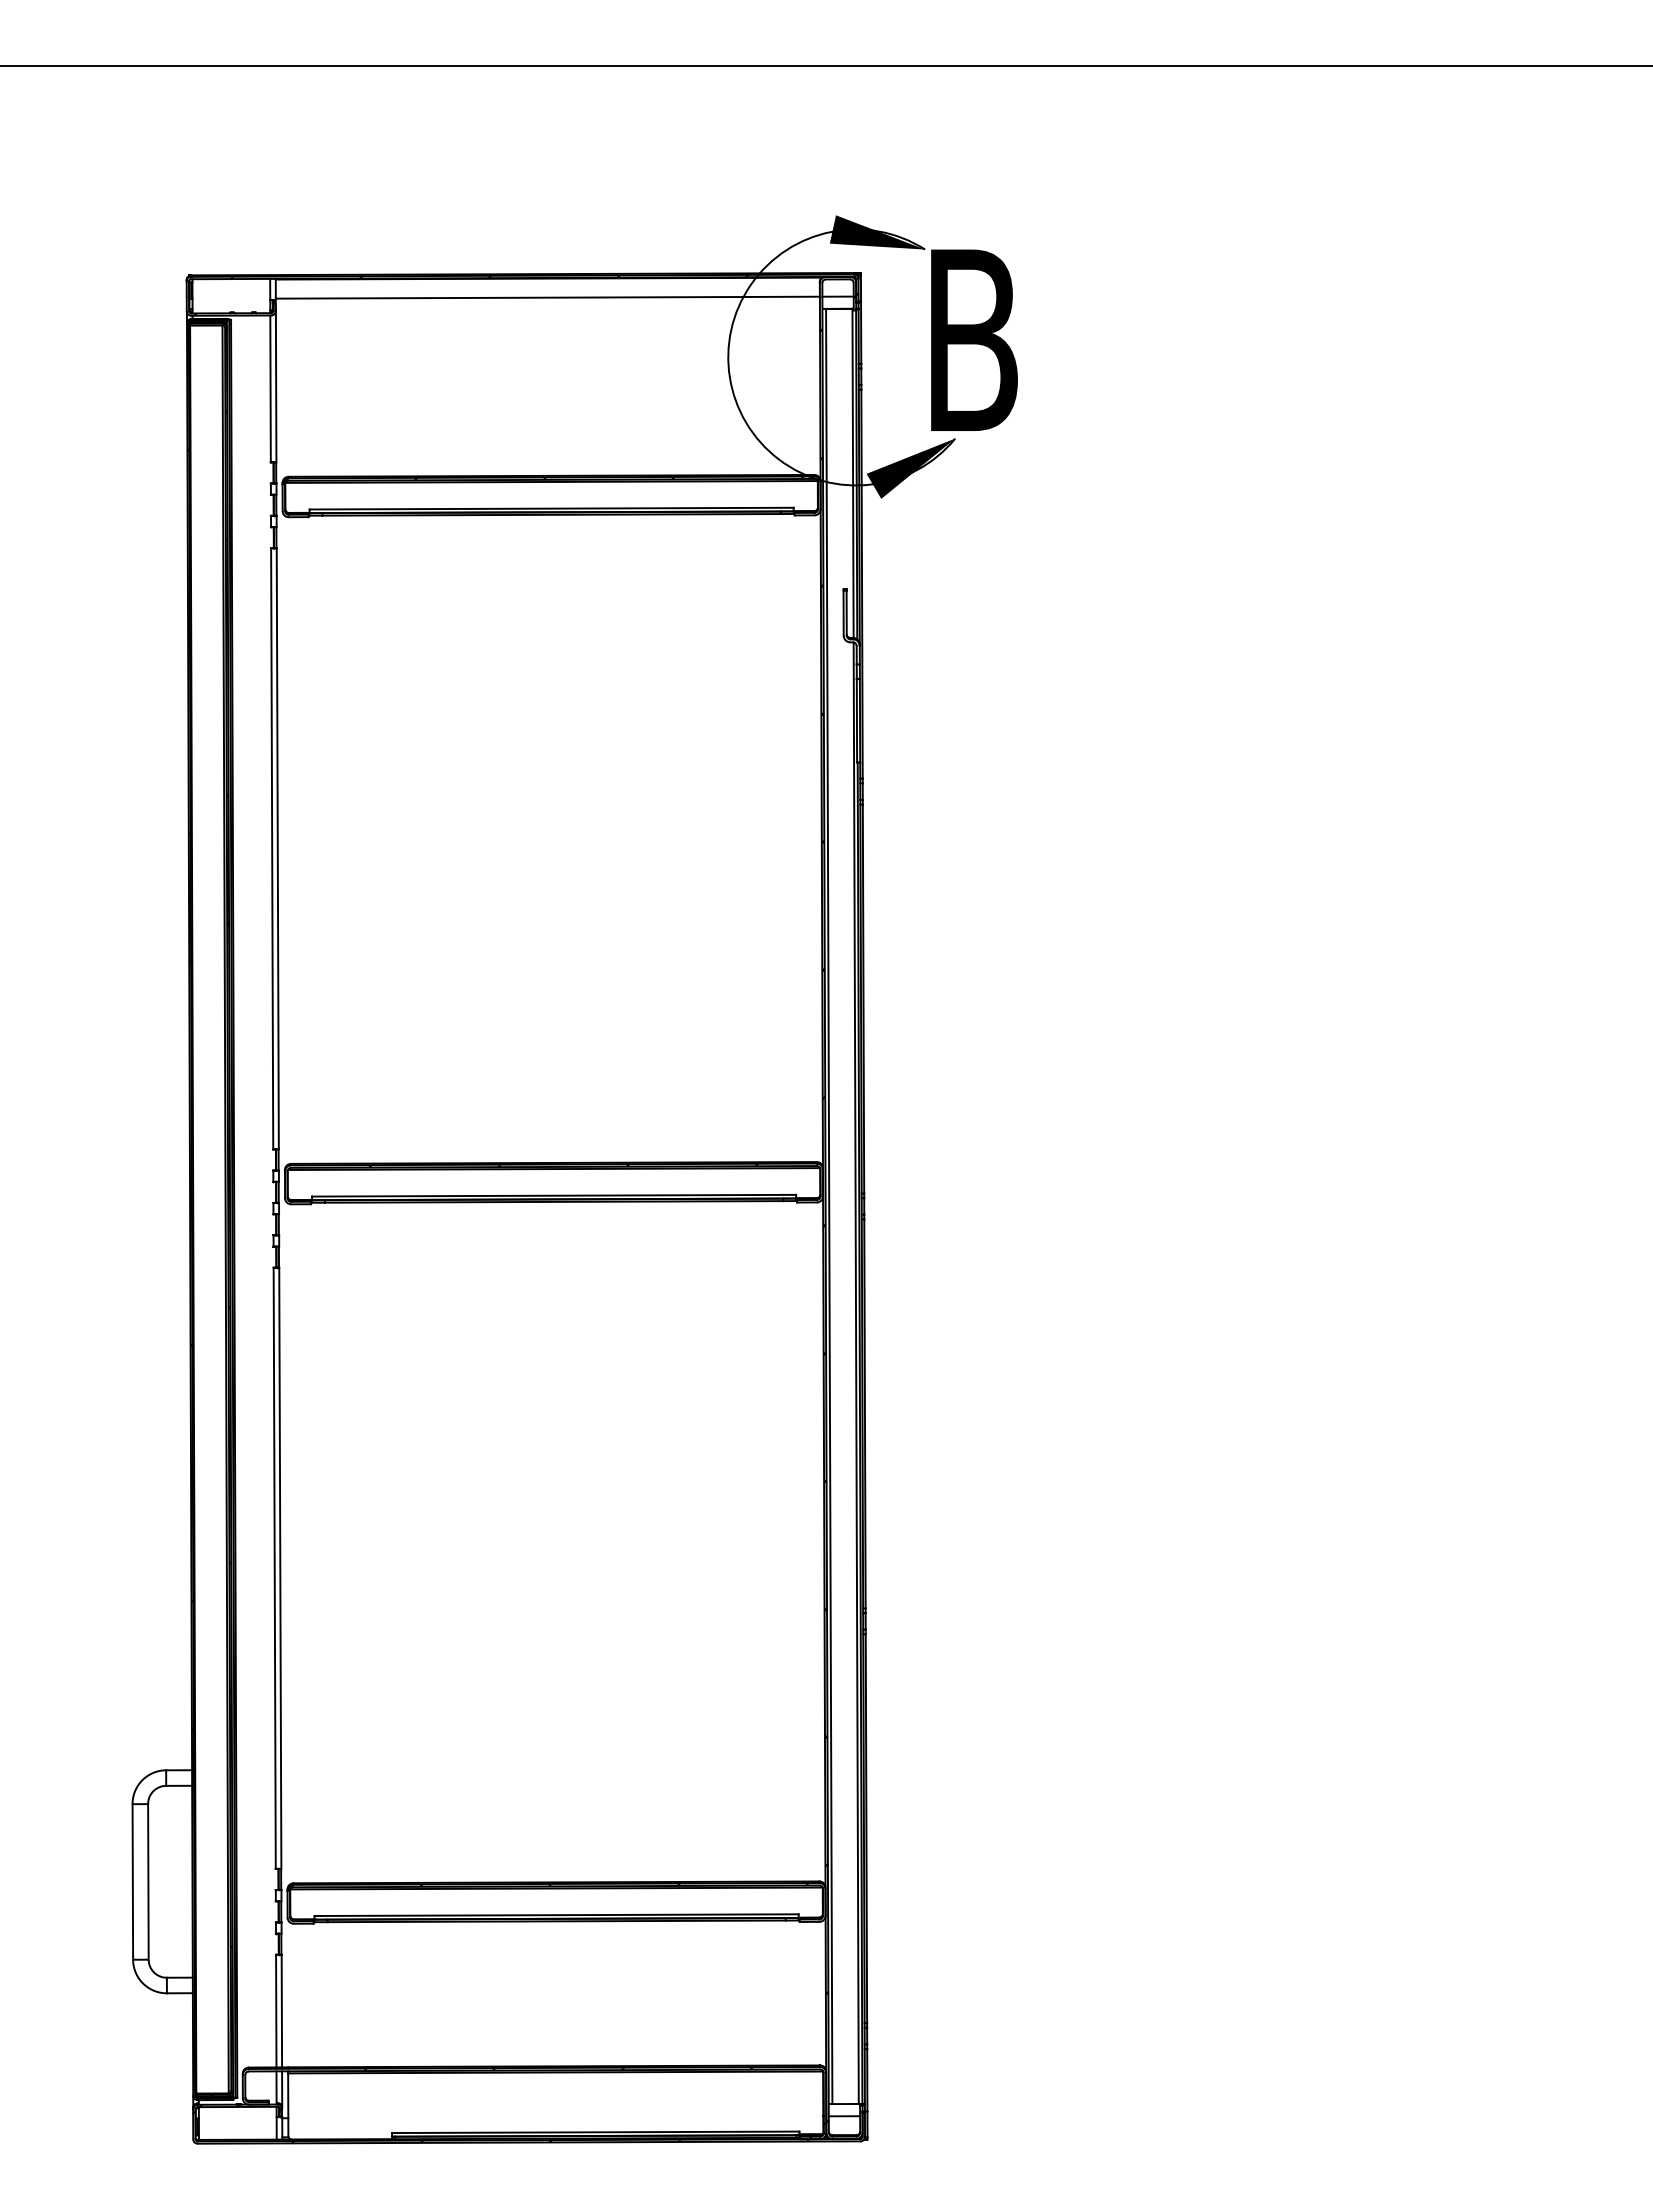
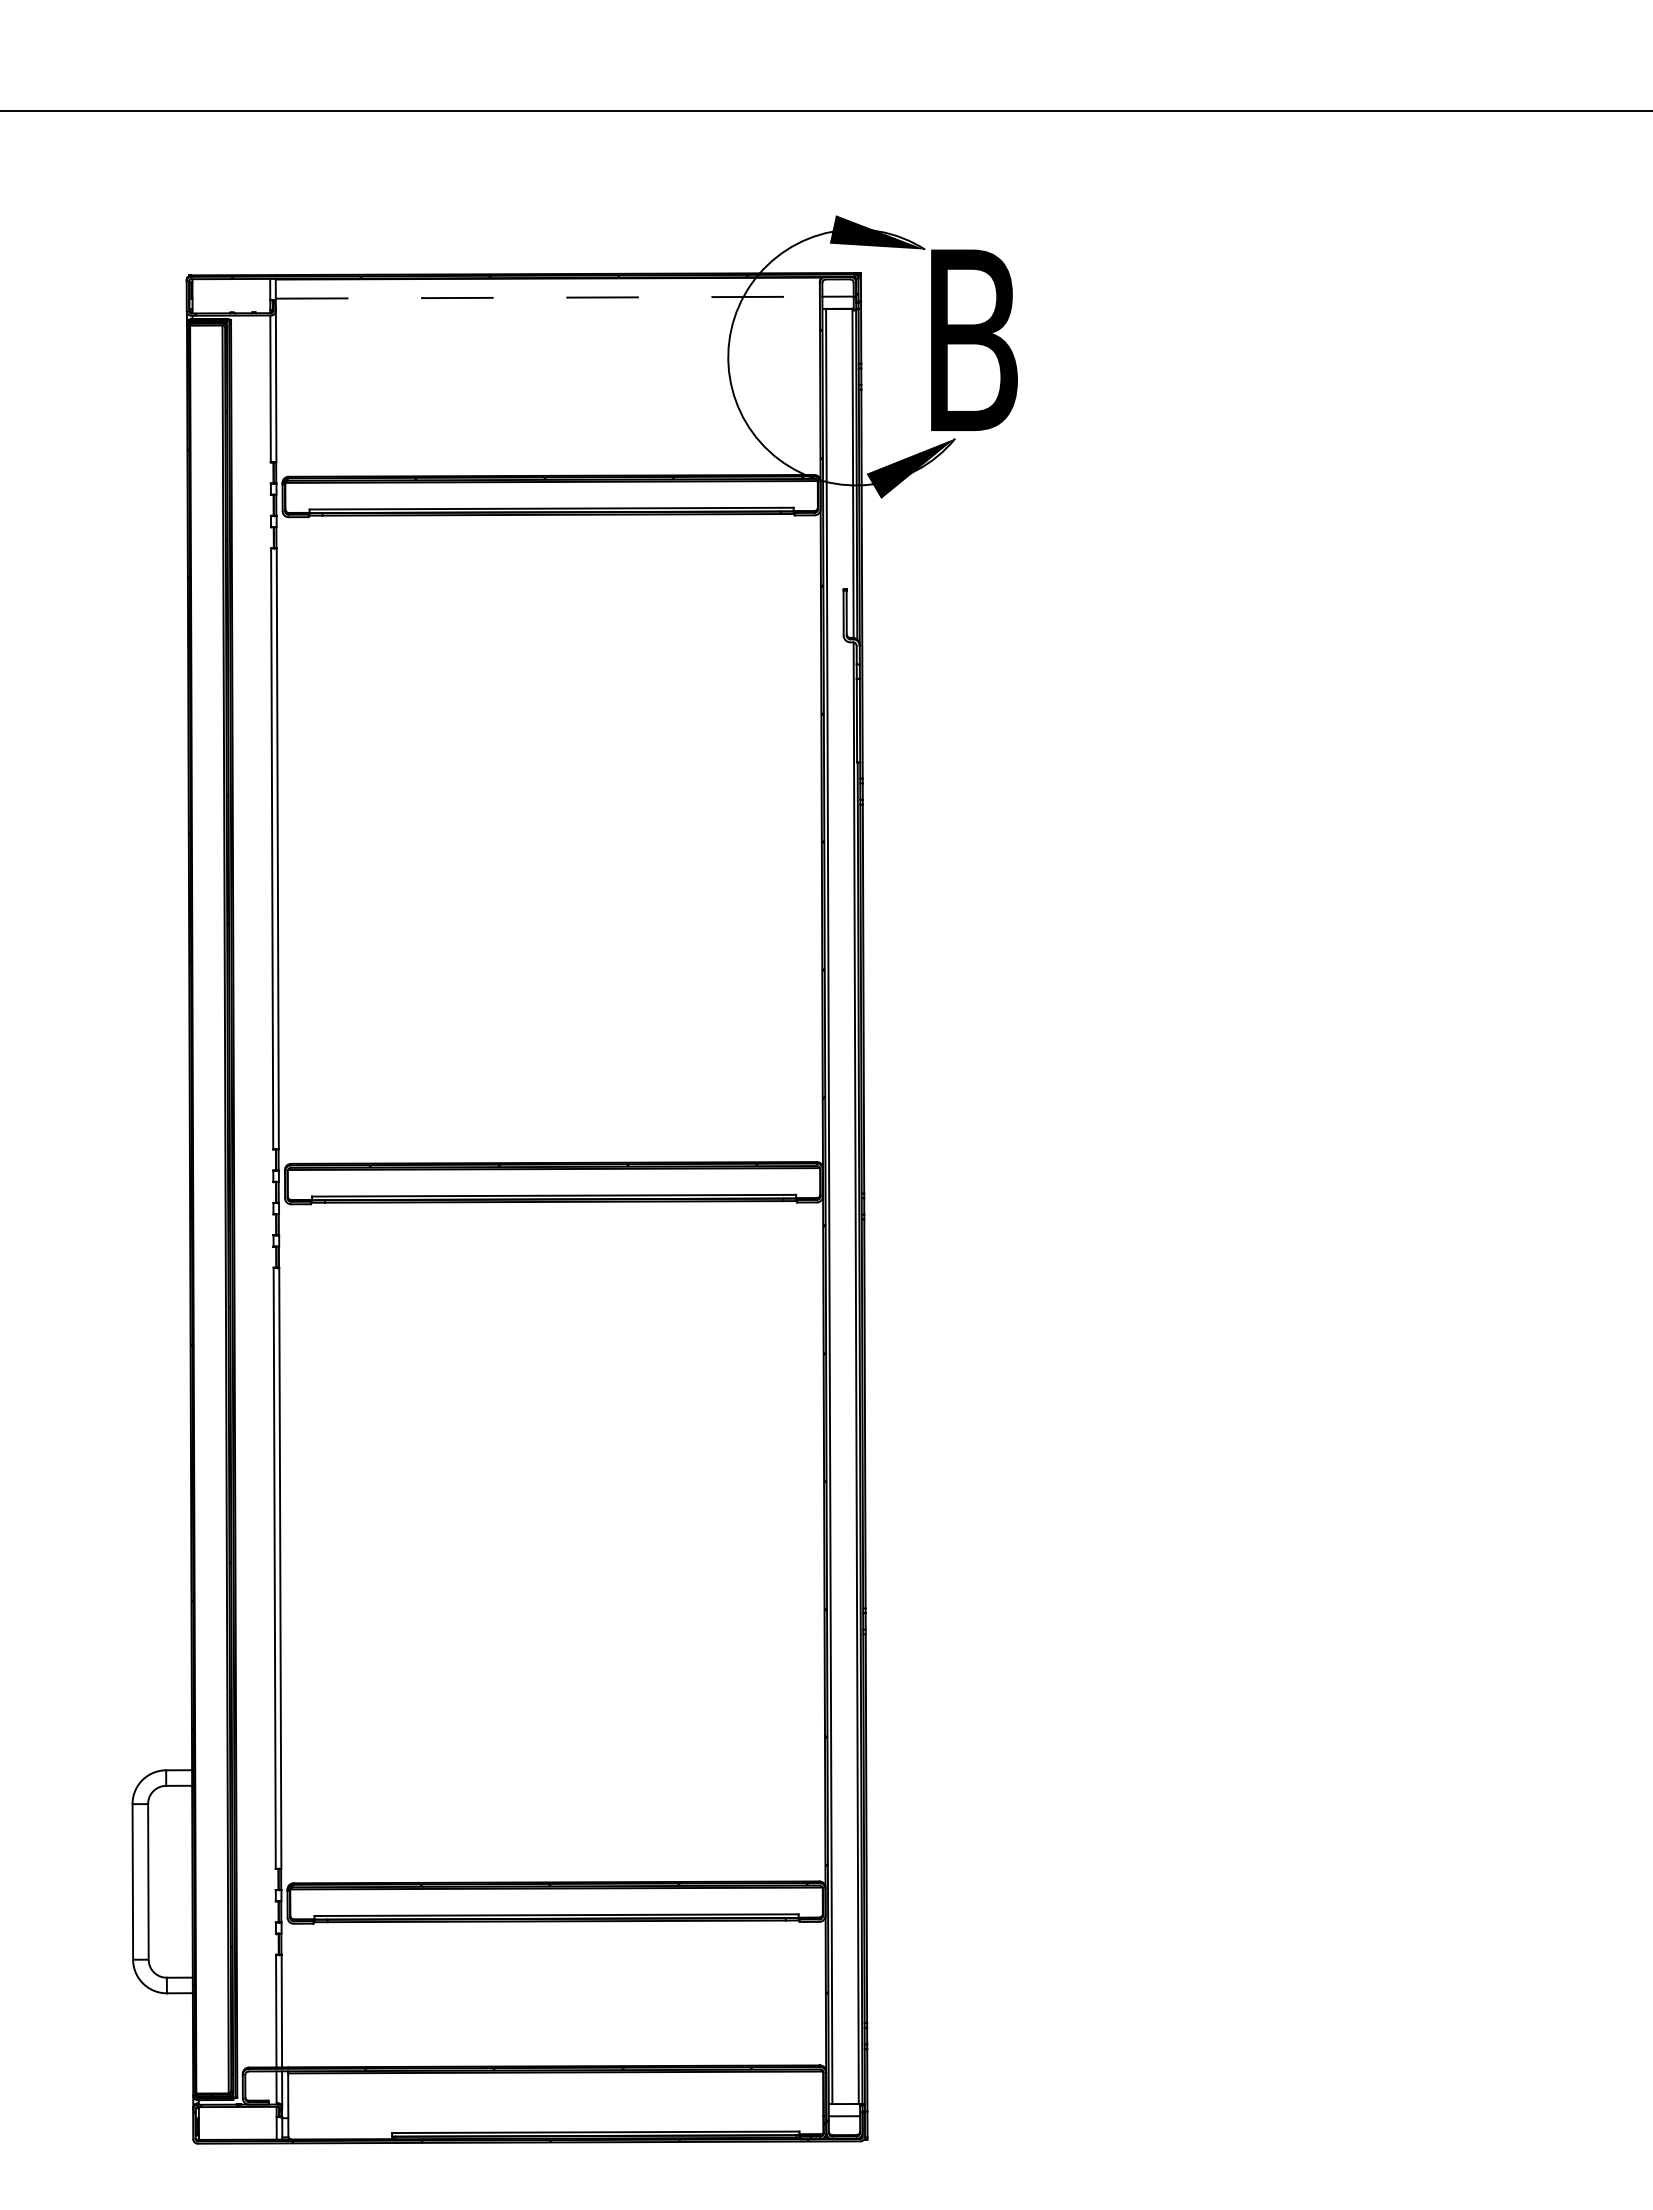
line at (825, 66) position: (825, 66) -> (825, 111)
line at (548, 297): solid -> dashed
